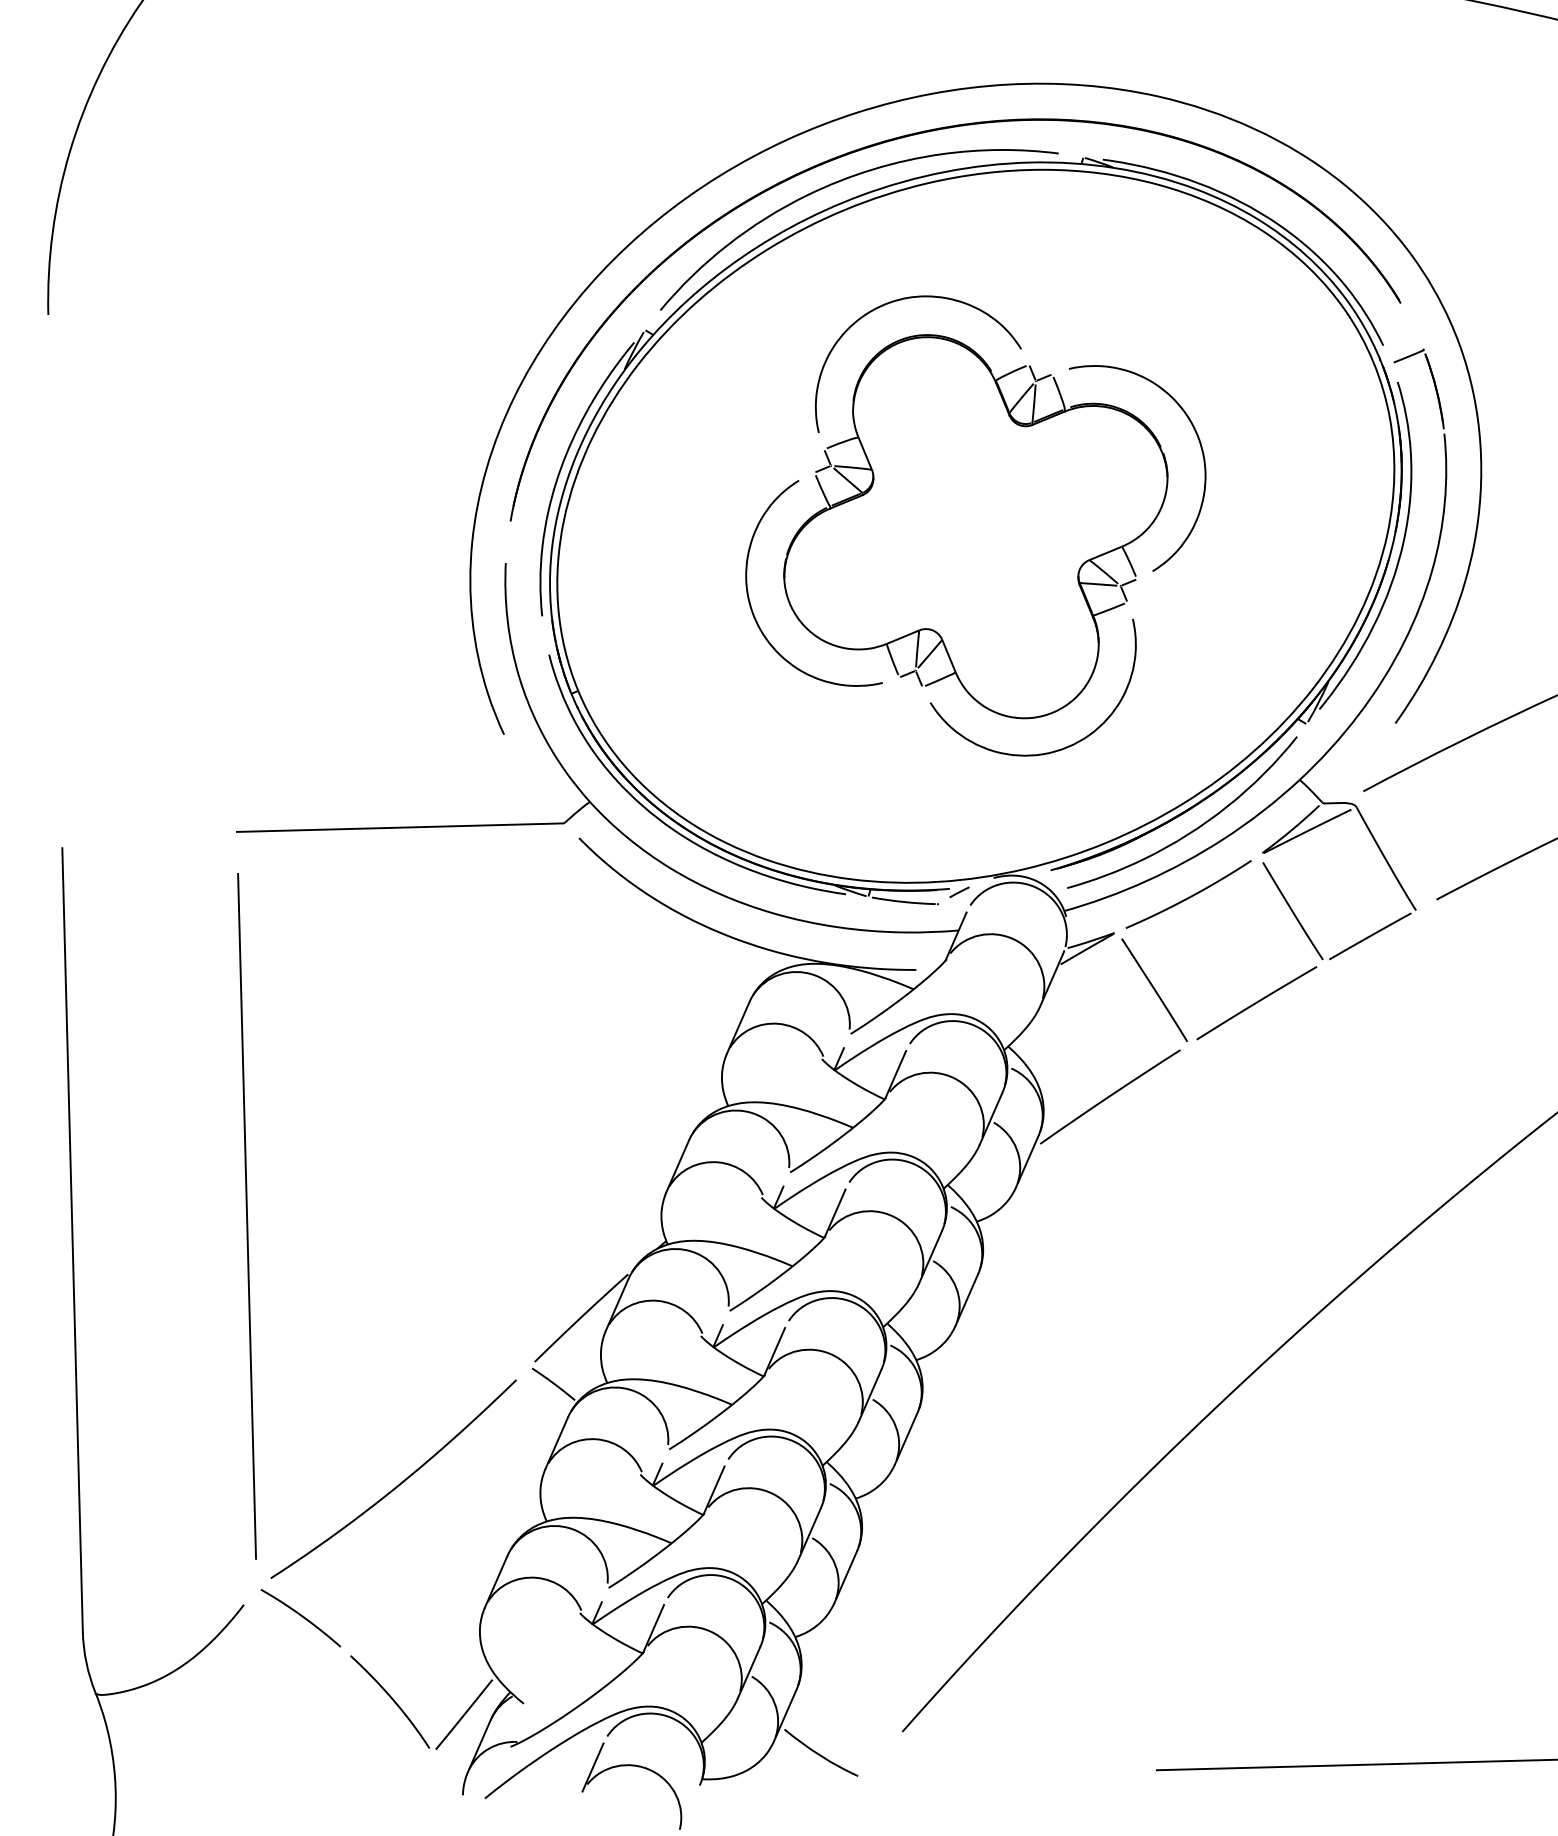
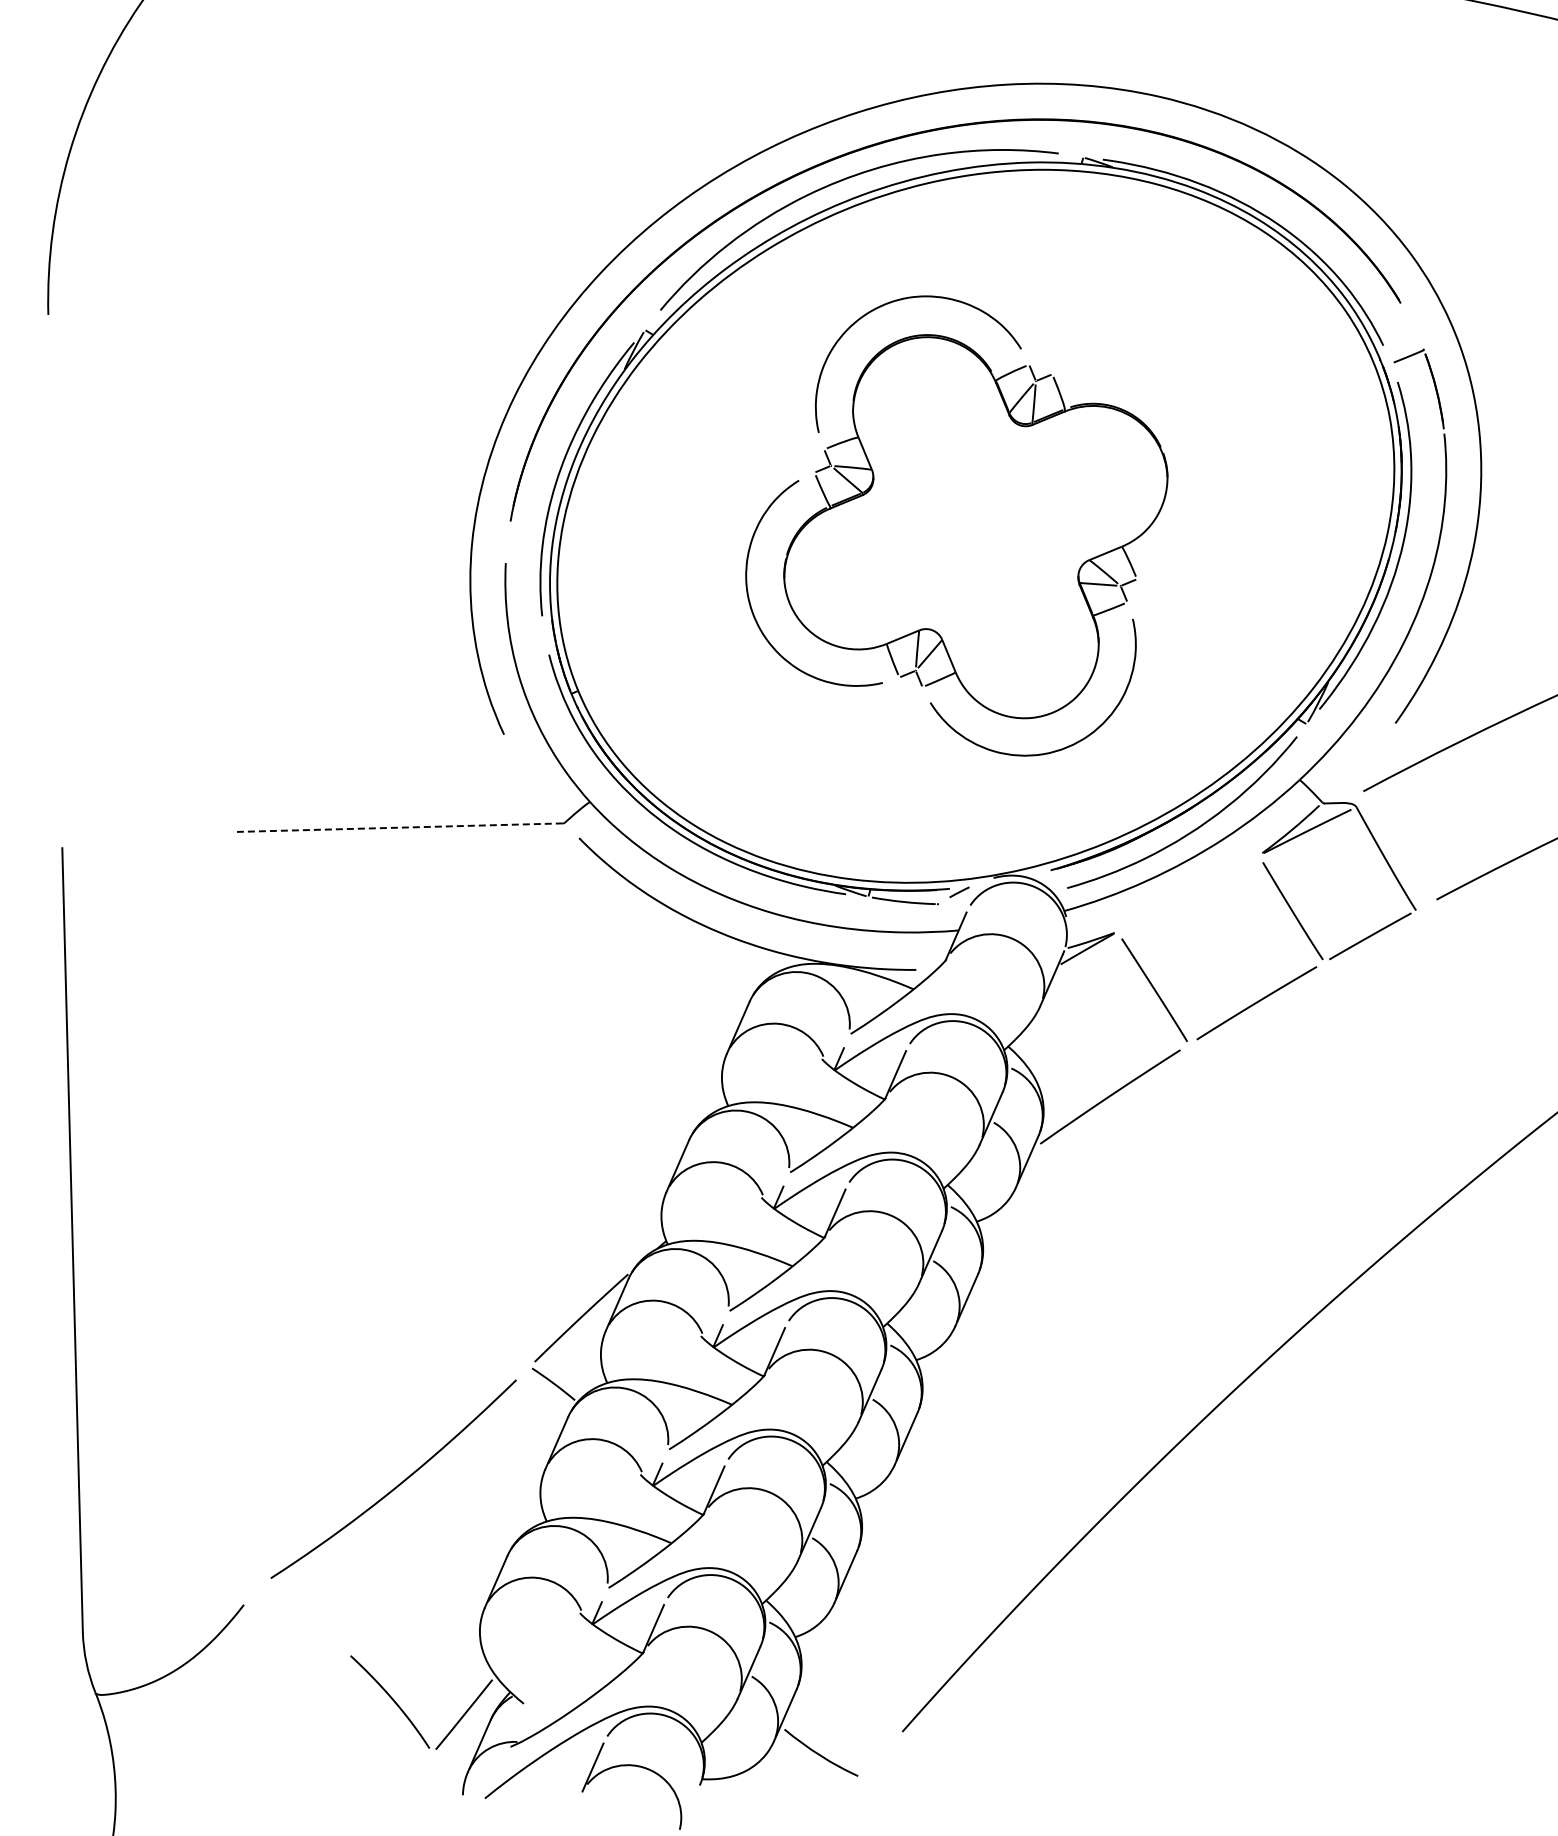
curve at (1202, 456): present -> none
line at (399, 827): solid -> dashed
curve at (1190, 895): present -> none
line at (247, 1215): present -> none
curve at (300, 1616): present -> none
line at (1355, 1764): present -> none
